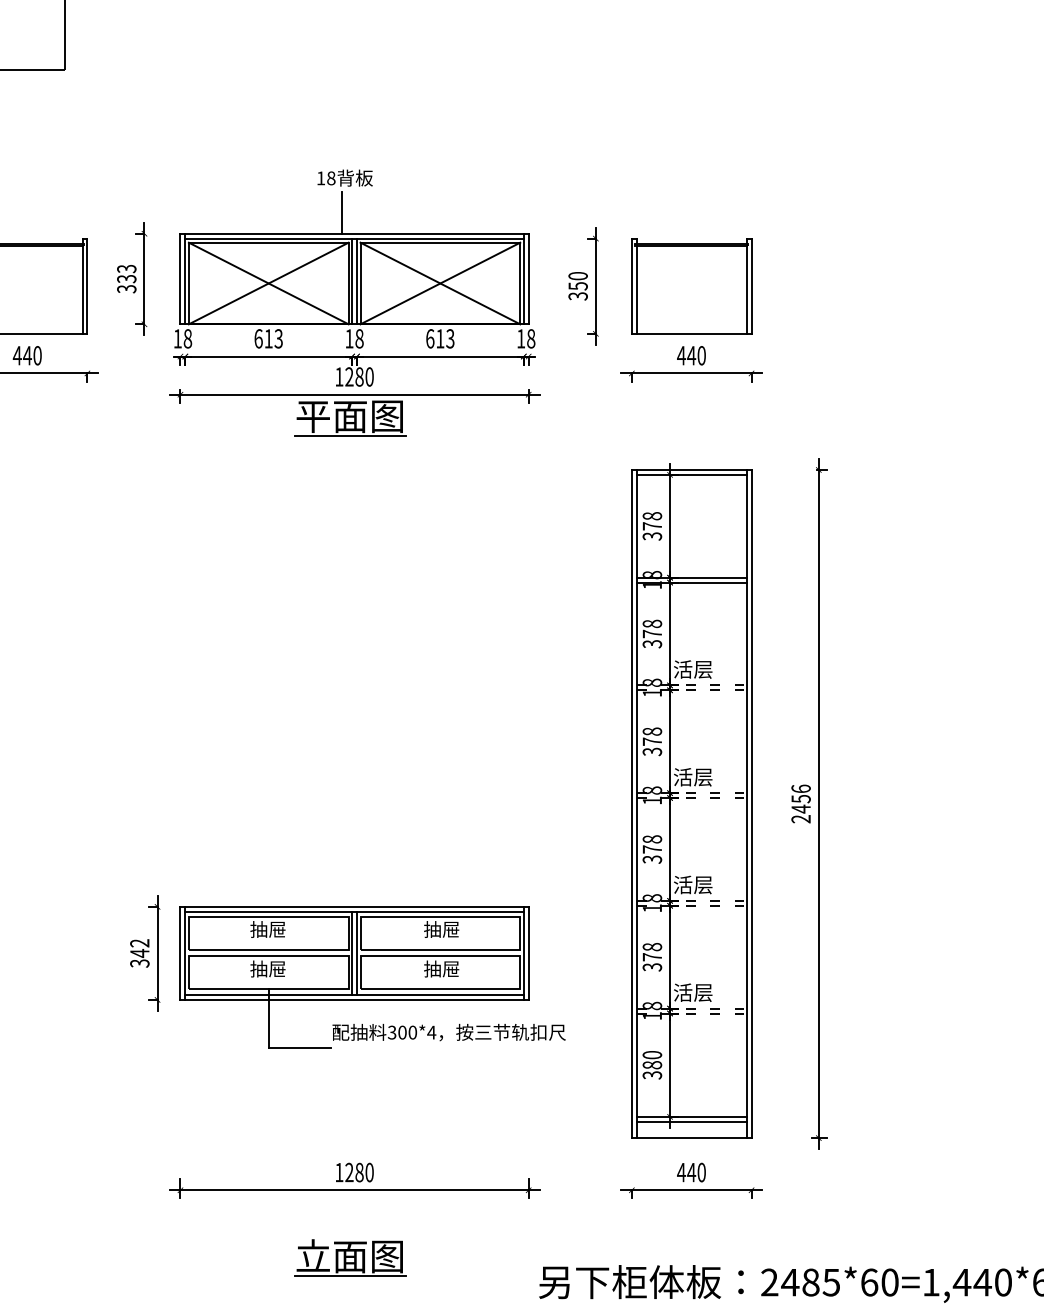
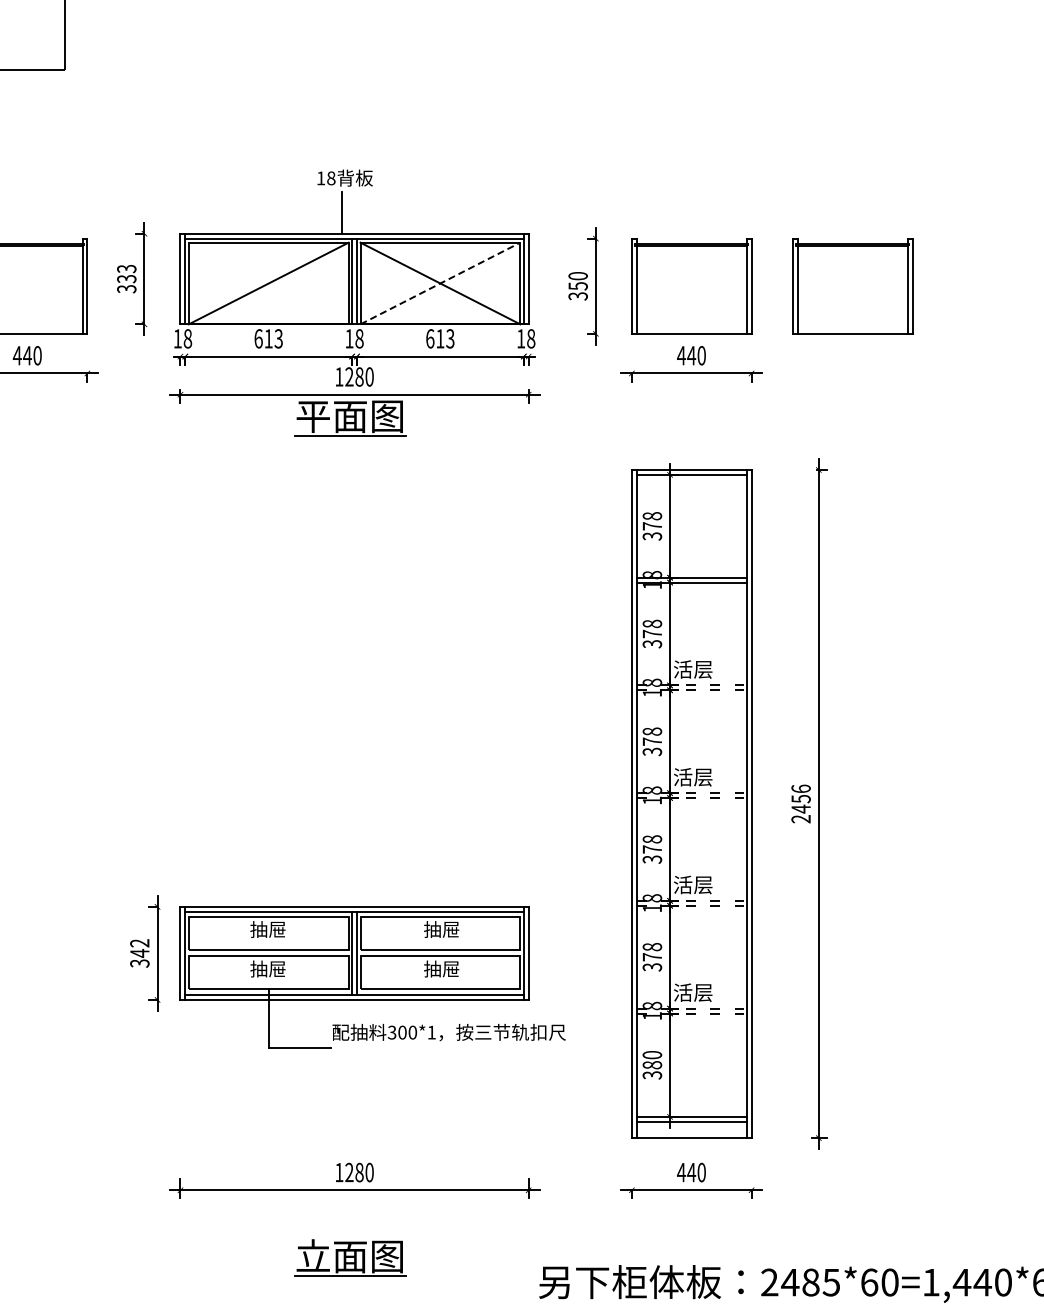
line at (268, 283): present -> none
line at (440, 283): solid -> dashed
part at (852, 286): none -> present
text at (431, 1032): 300*4 -> 300*1
